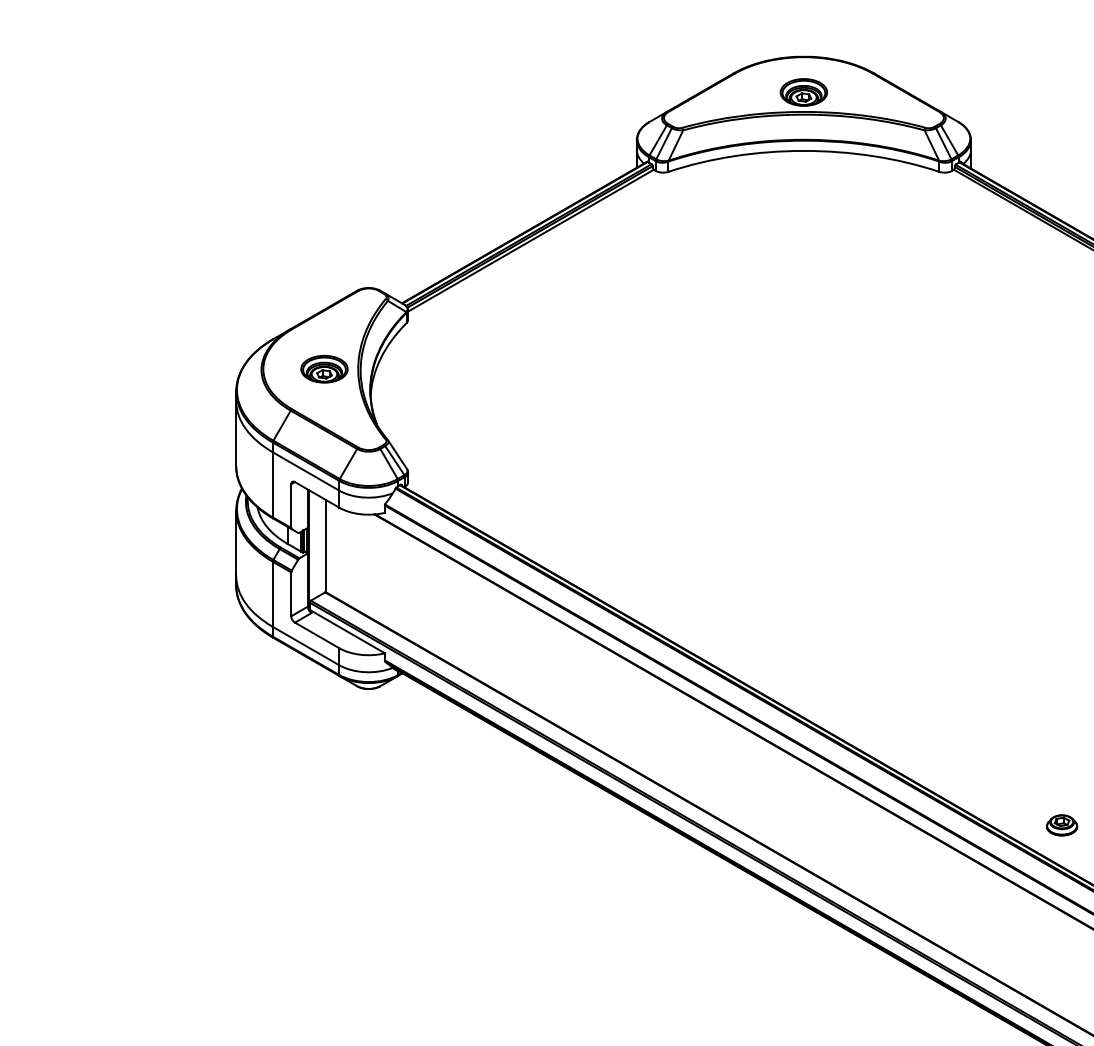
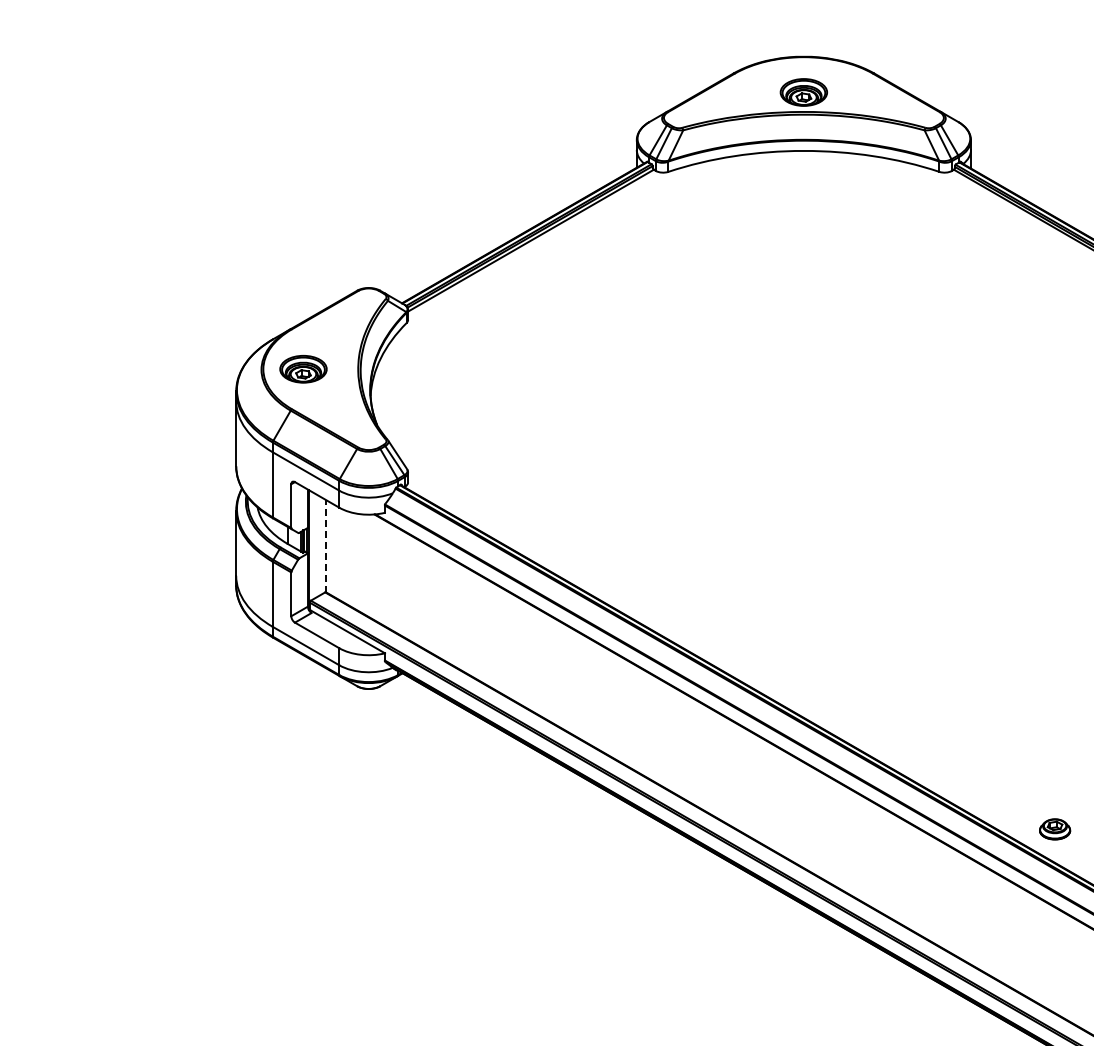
part at (324, 369) position: (324, 369) -> (303, 369)
line at (326, 545): solid -> dashed
part at (1062, 825) position: (1062, 825) -> (1055, 829)
